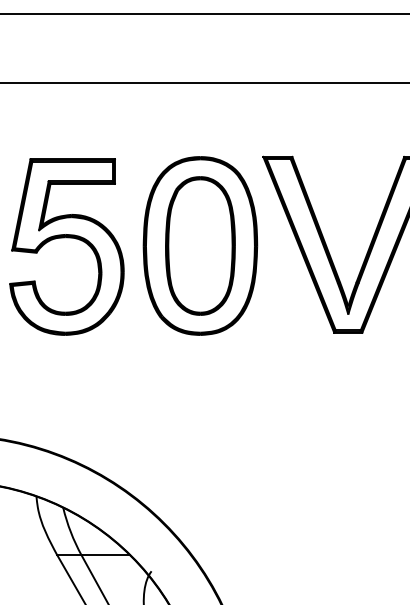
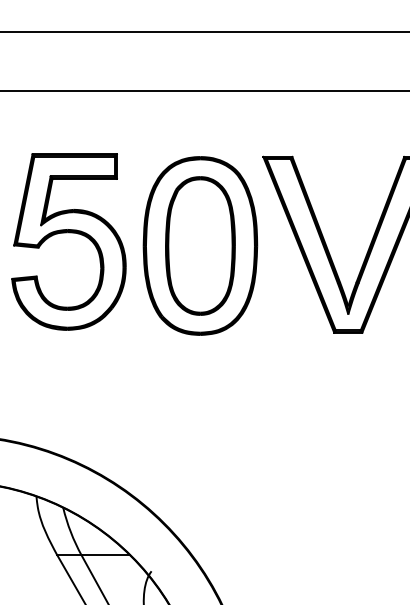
line at (204, 13) position: (204, 13) -> (204, 31)
line at (204, 83) position: (204, 83) -> (204, 91)
part at (66, 238) position: (66, 238) -> (68, 233)
